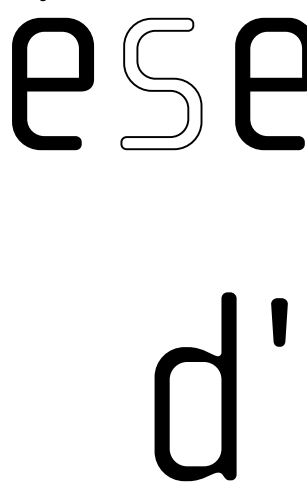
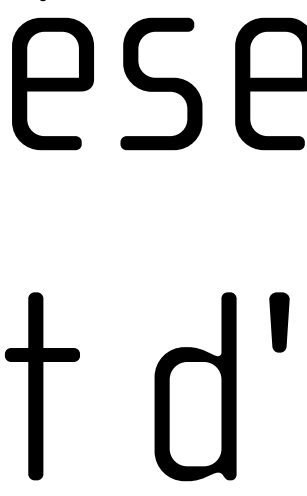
fill at (161, 83): none -> present
part at (279, 322) size: 17x49 px -> 21x61 px
part at (42, 386): none -> present
